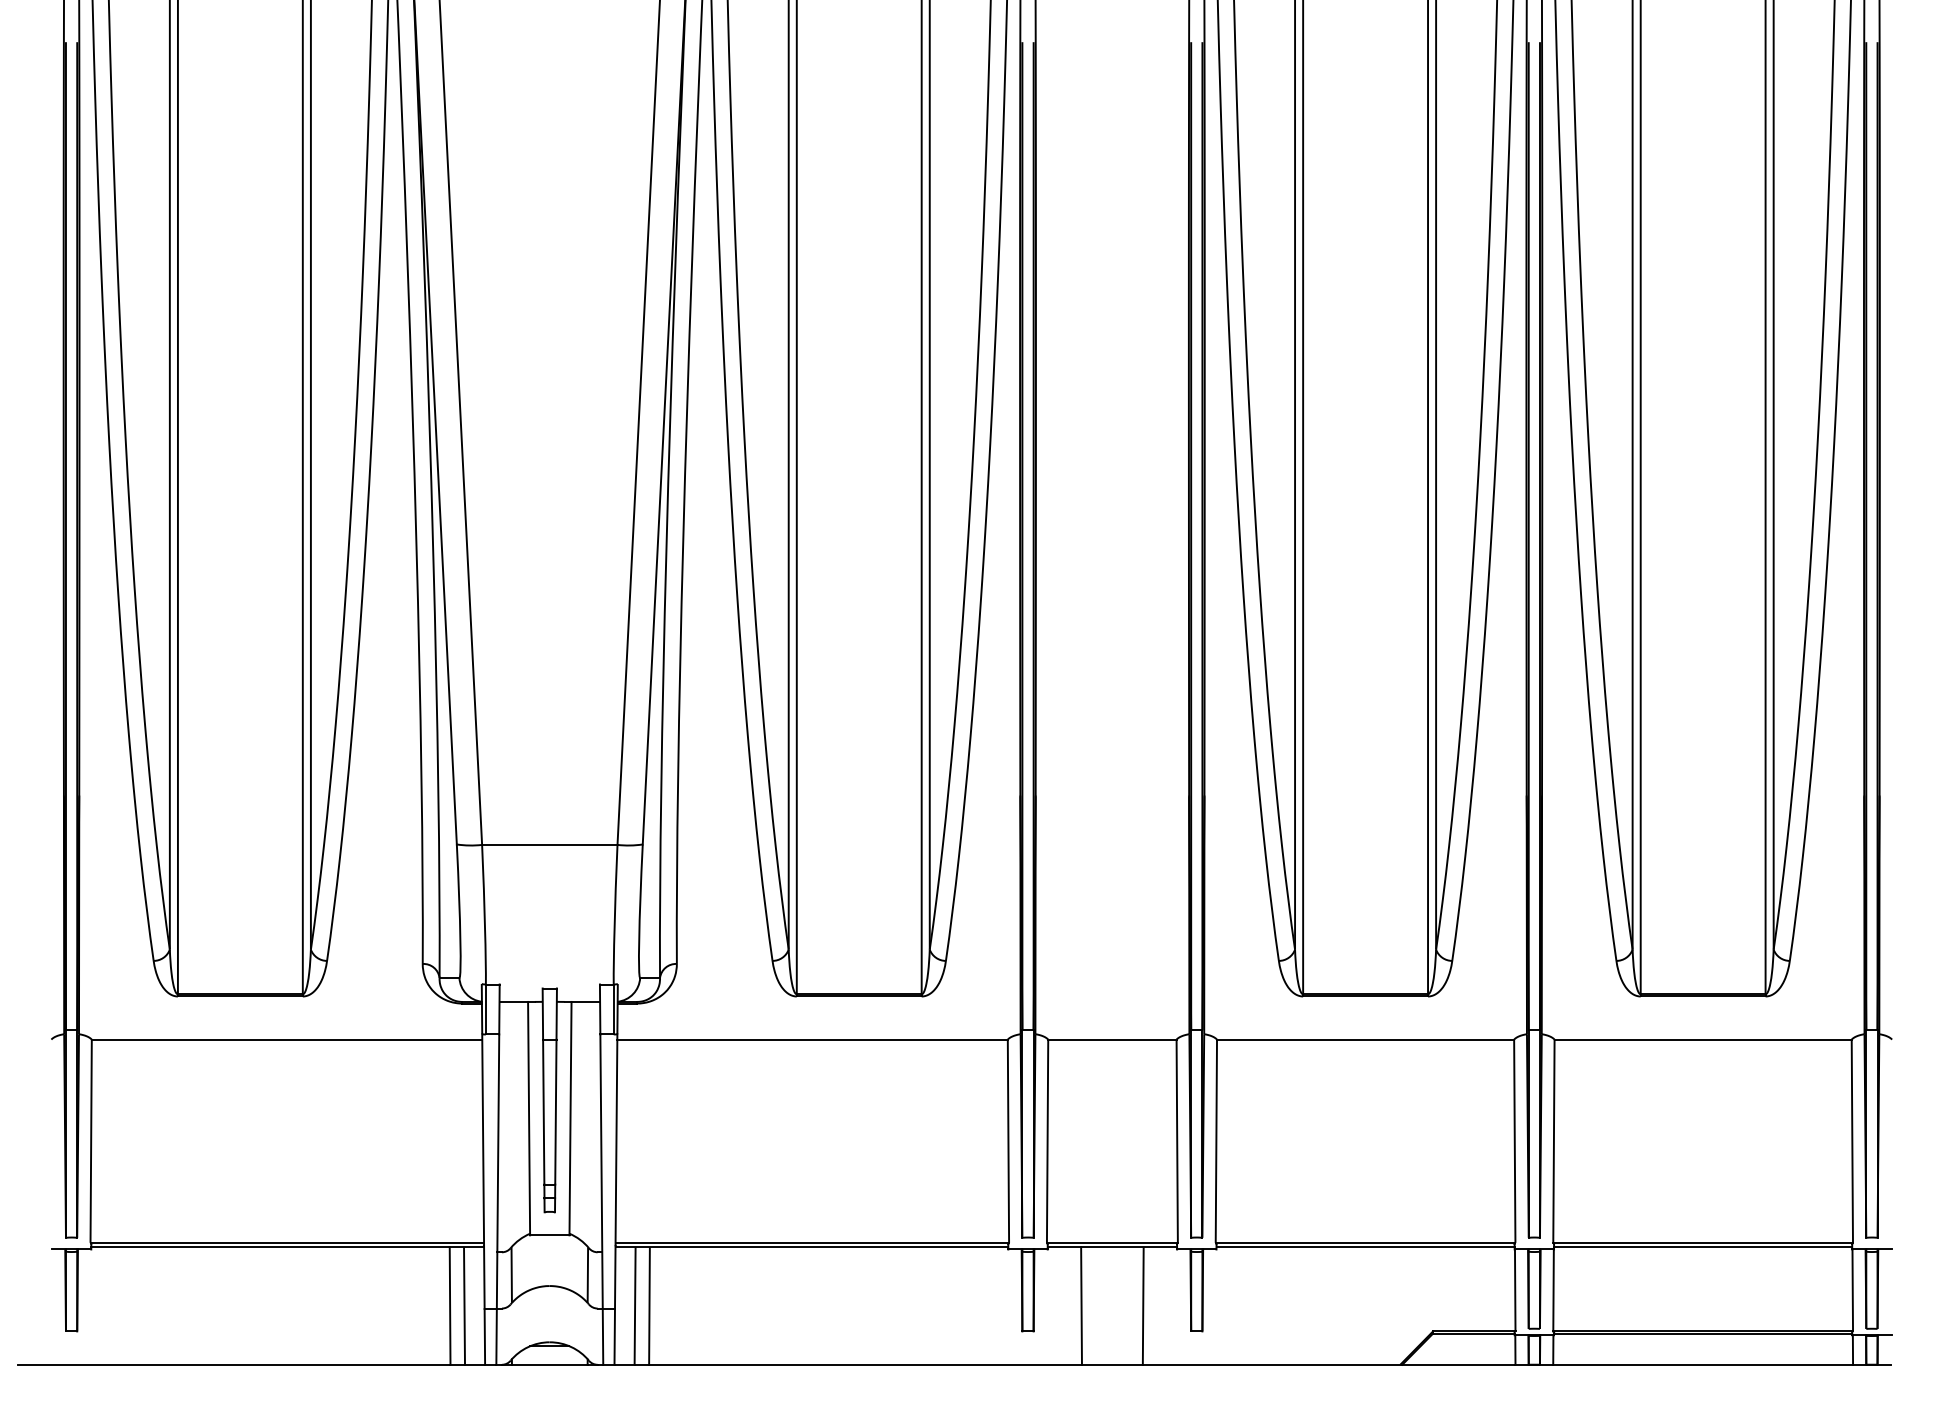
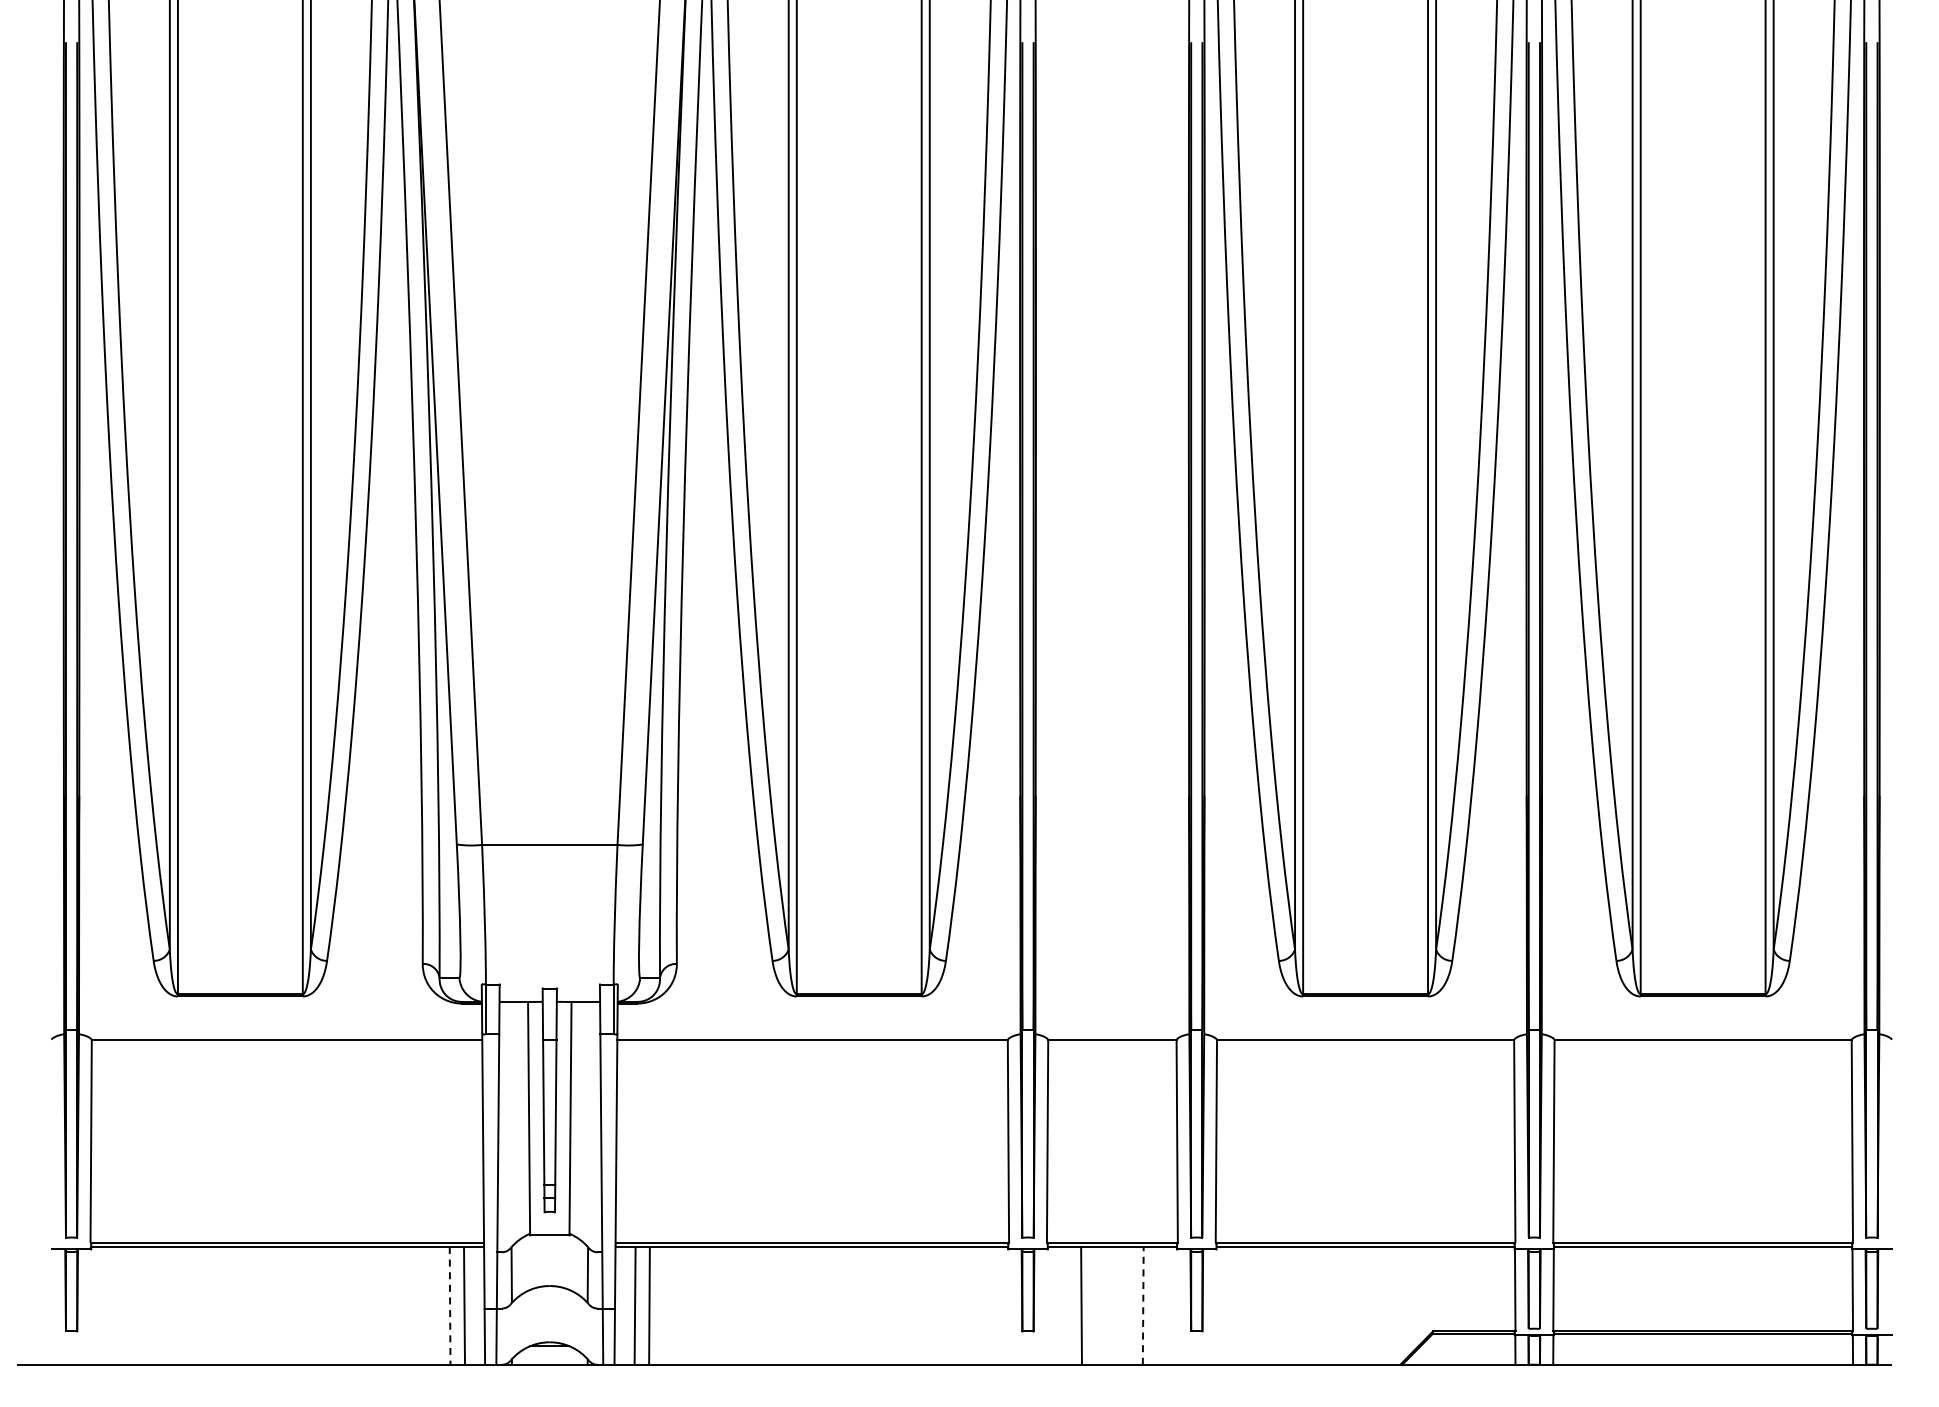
line at (450, 1305): solid -> dashed
line at (1143, 1305): solid -> dashed
